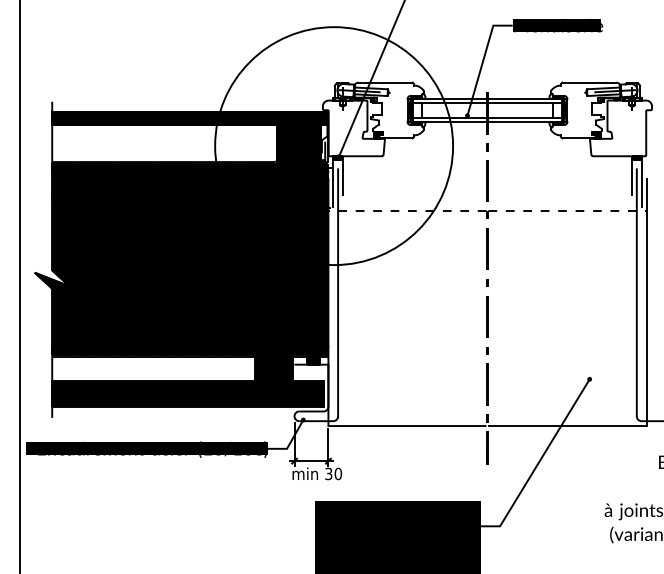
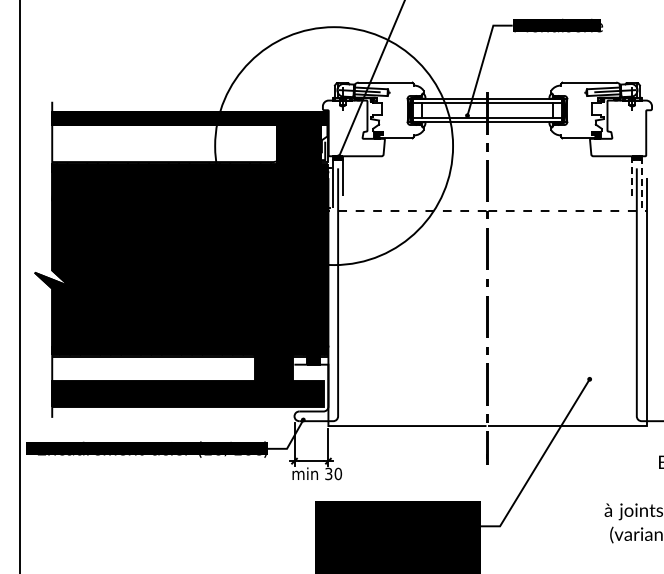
line at (641, 159): solid -> dashed
